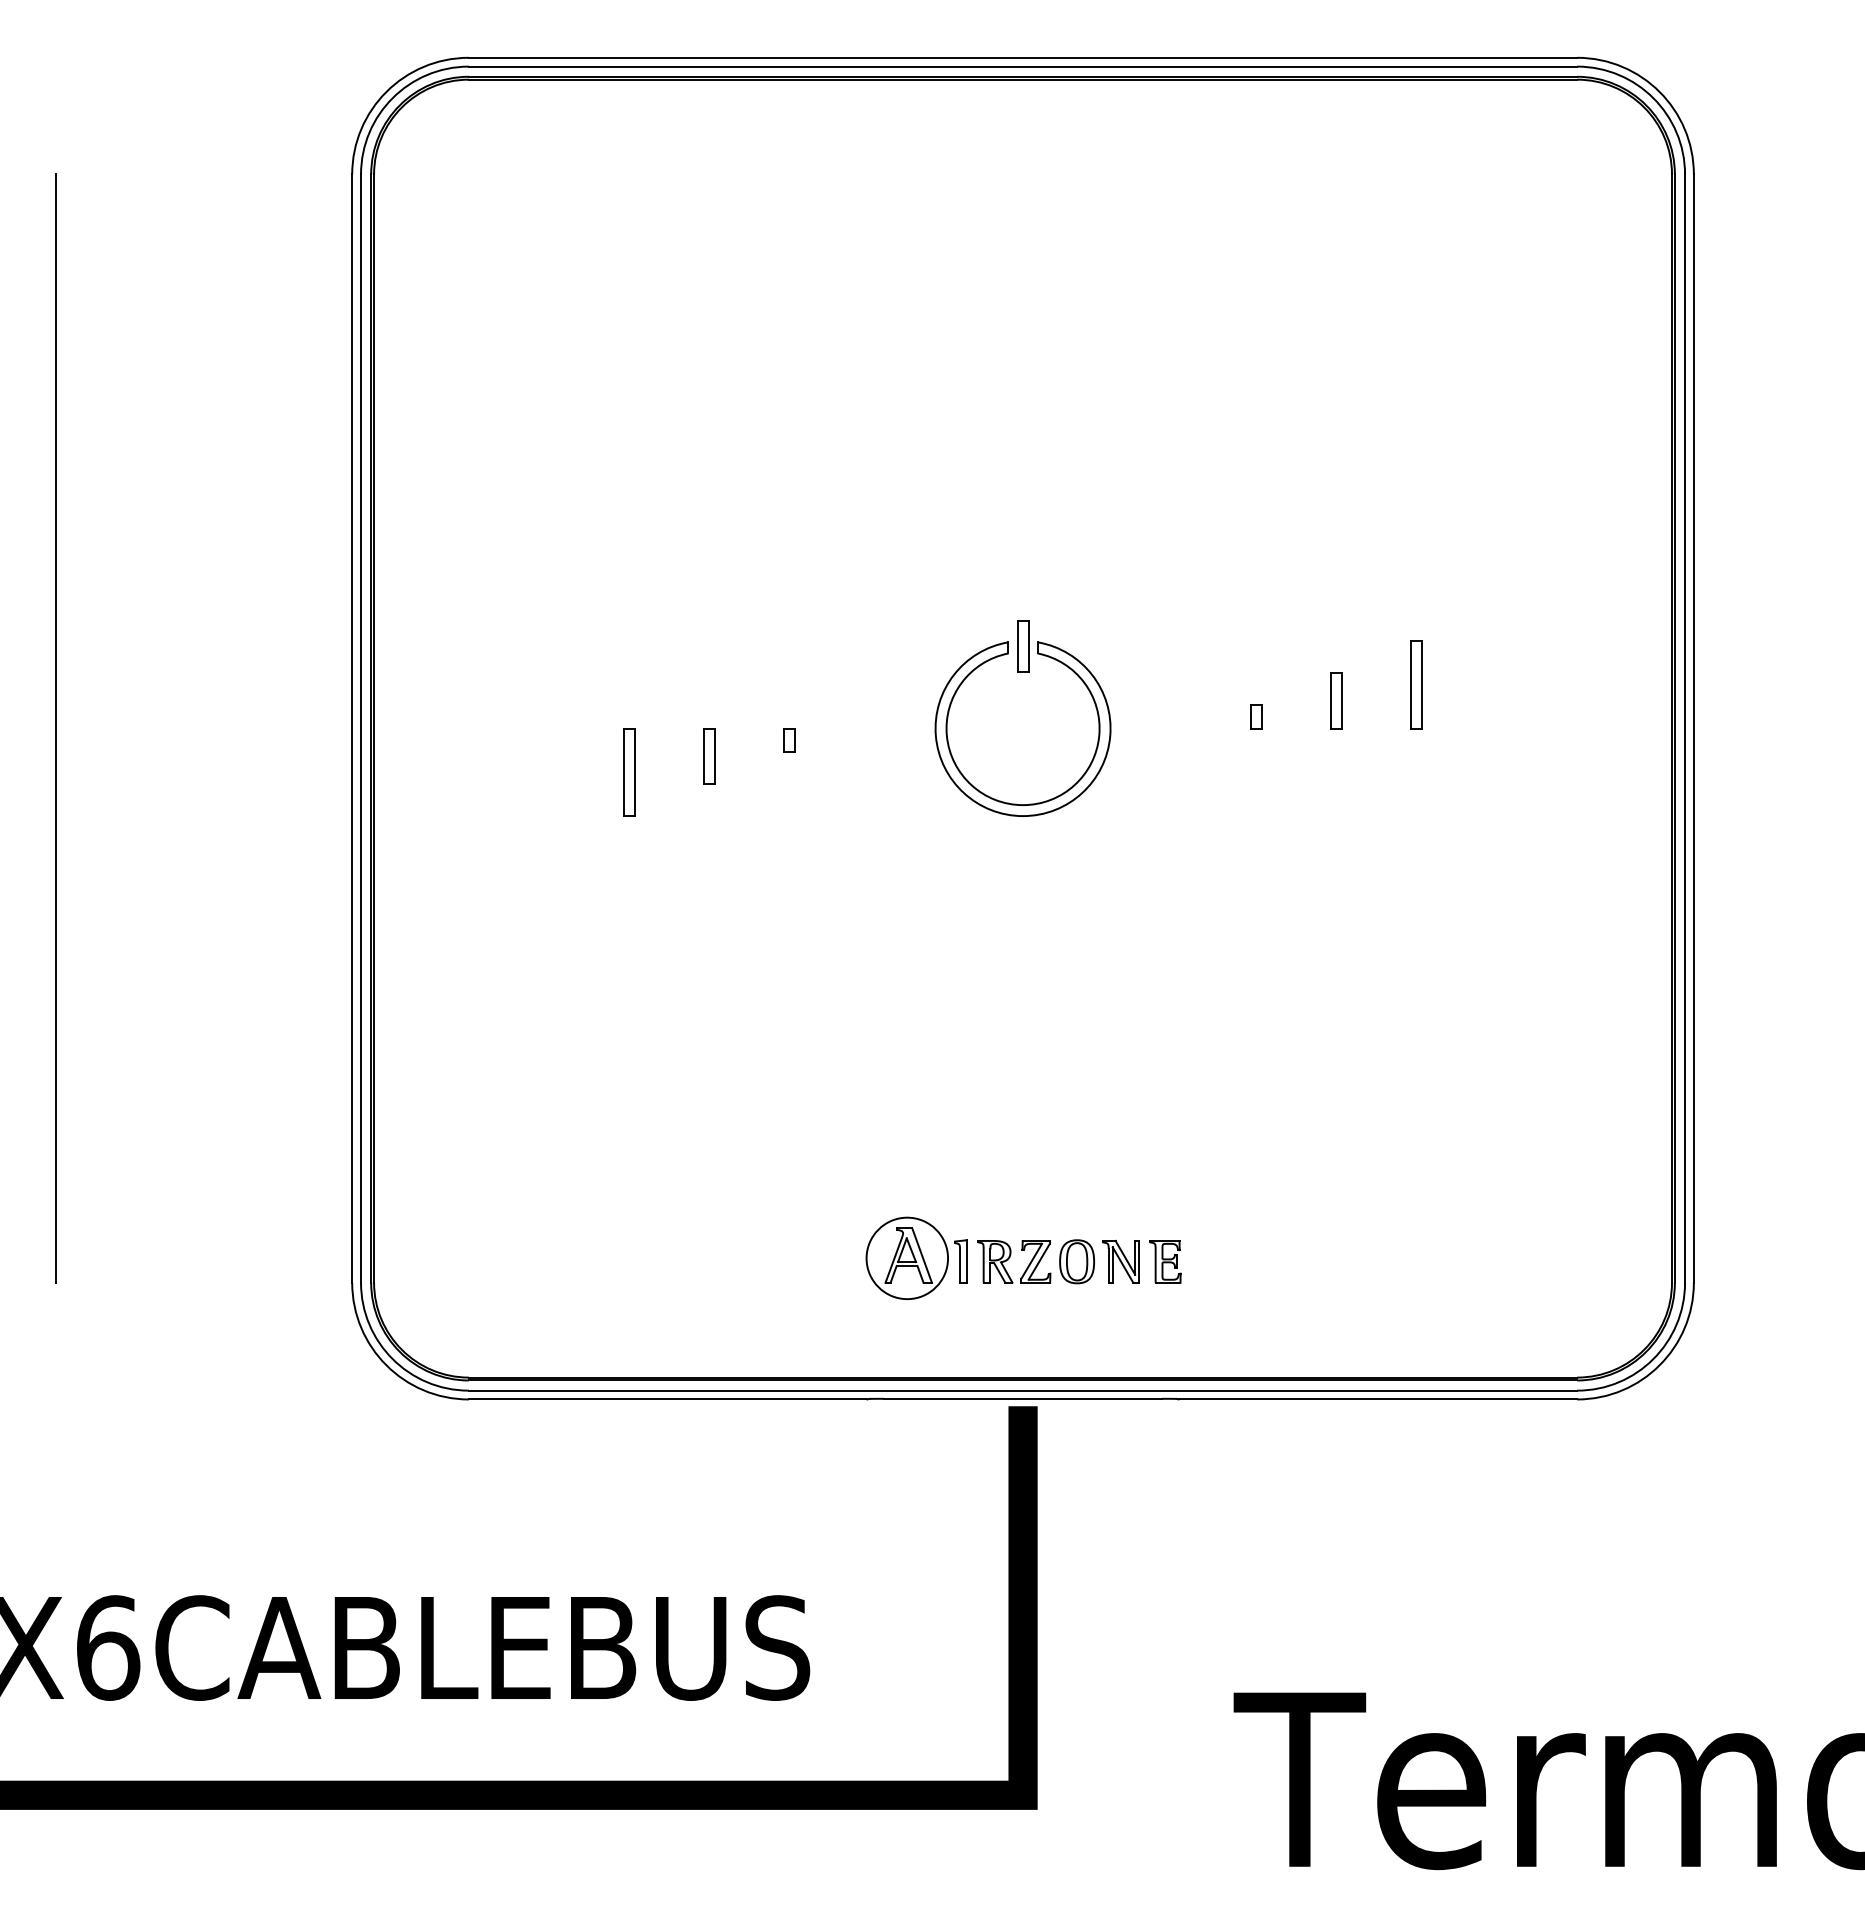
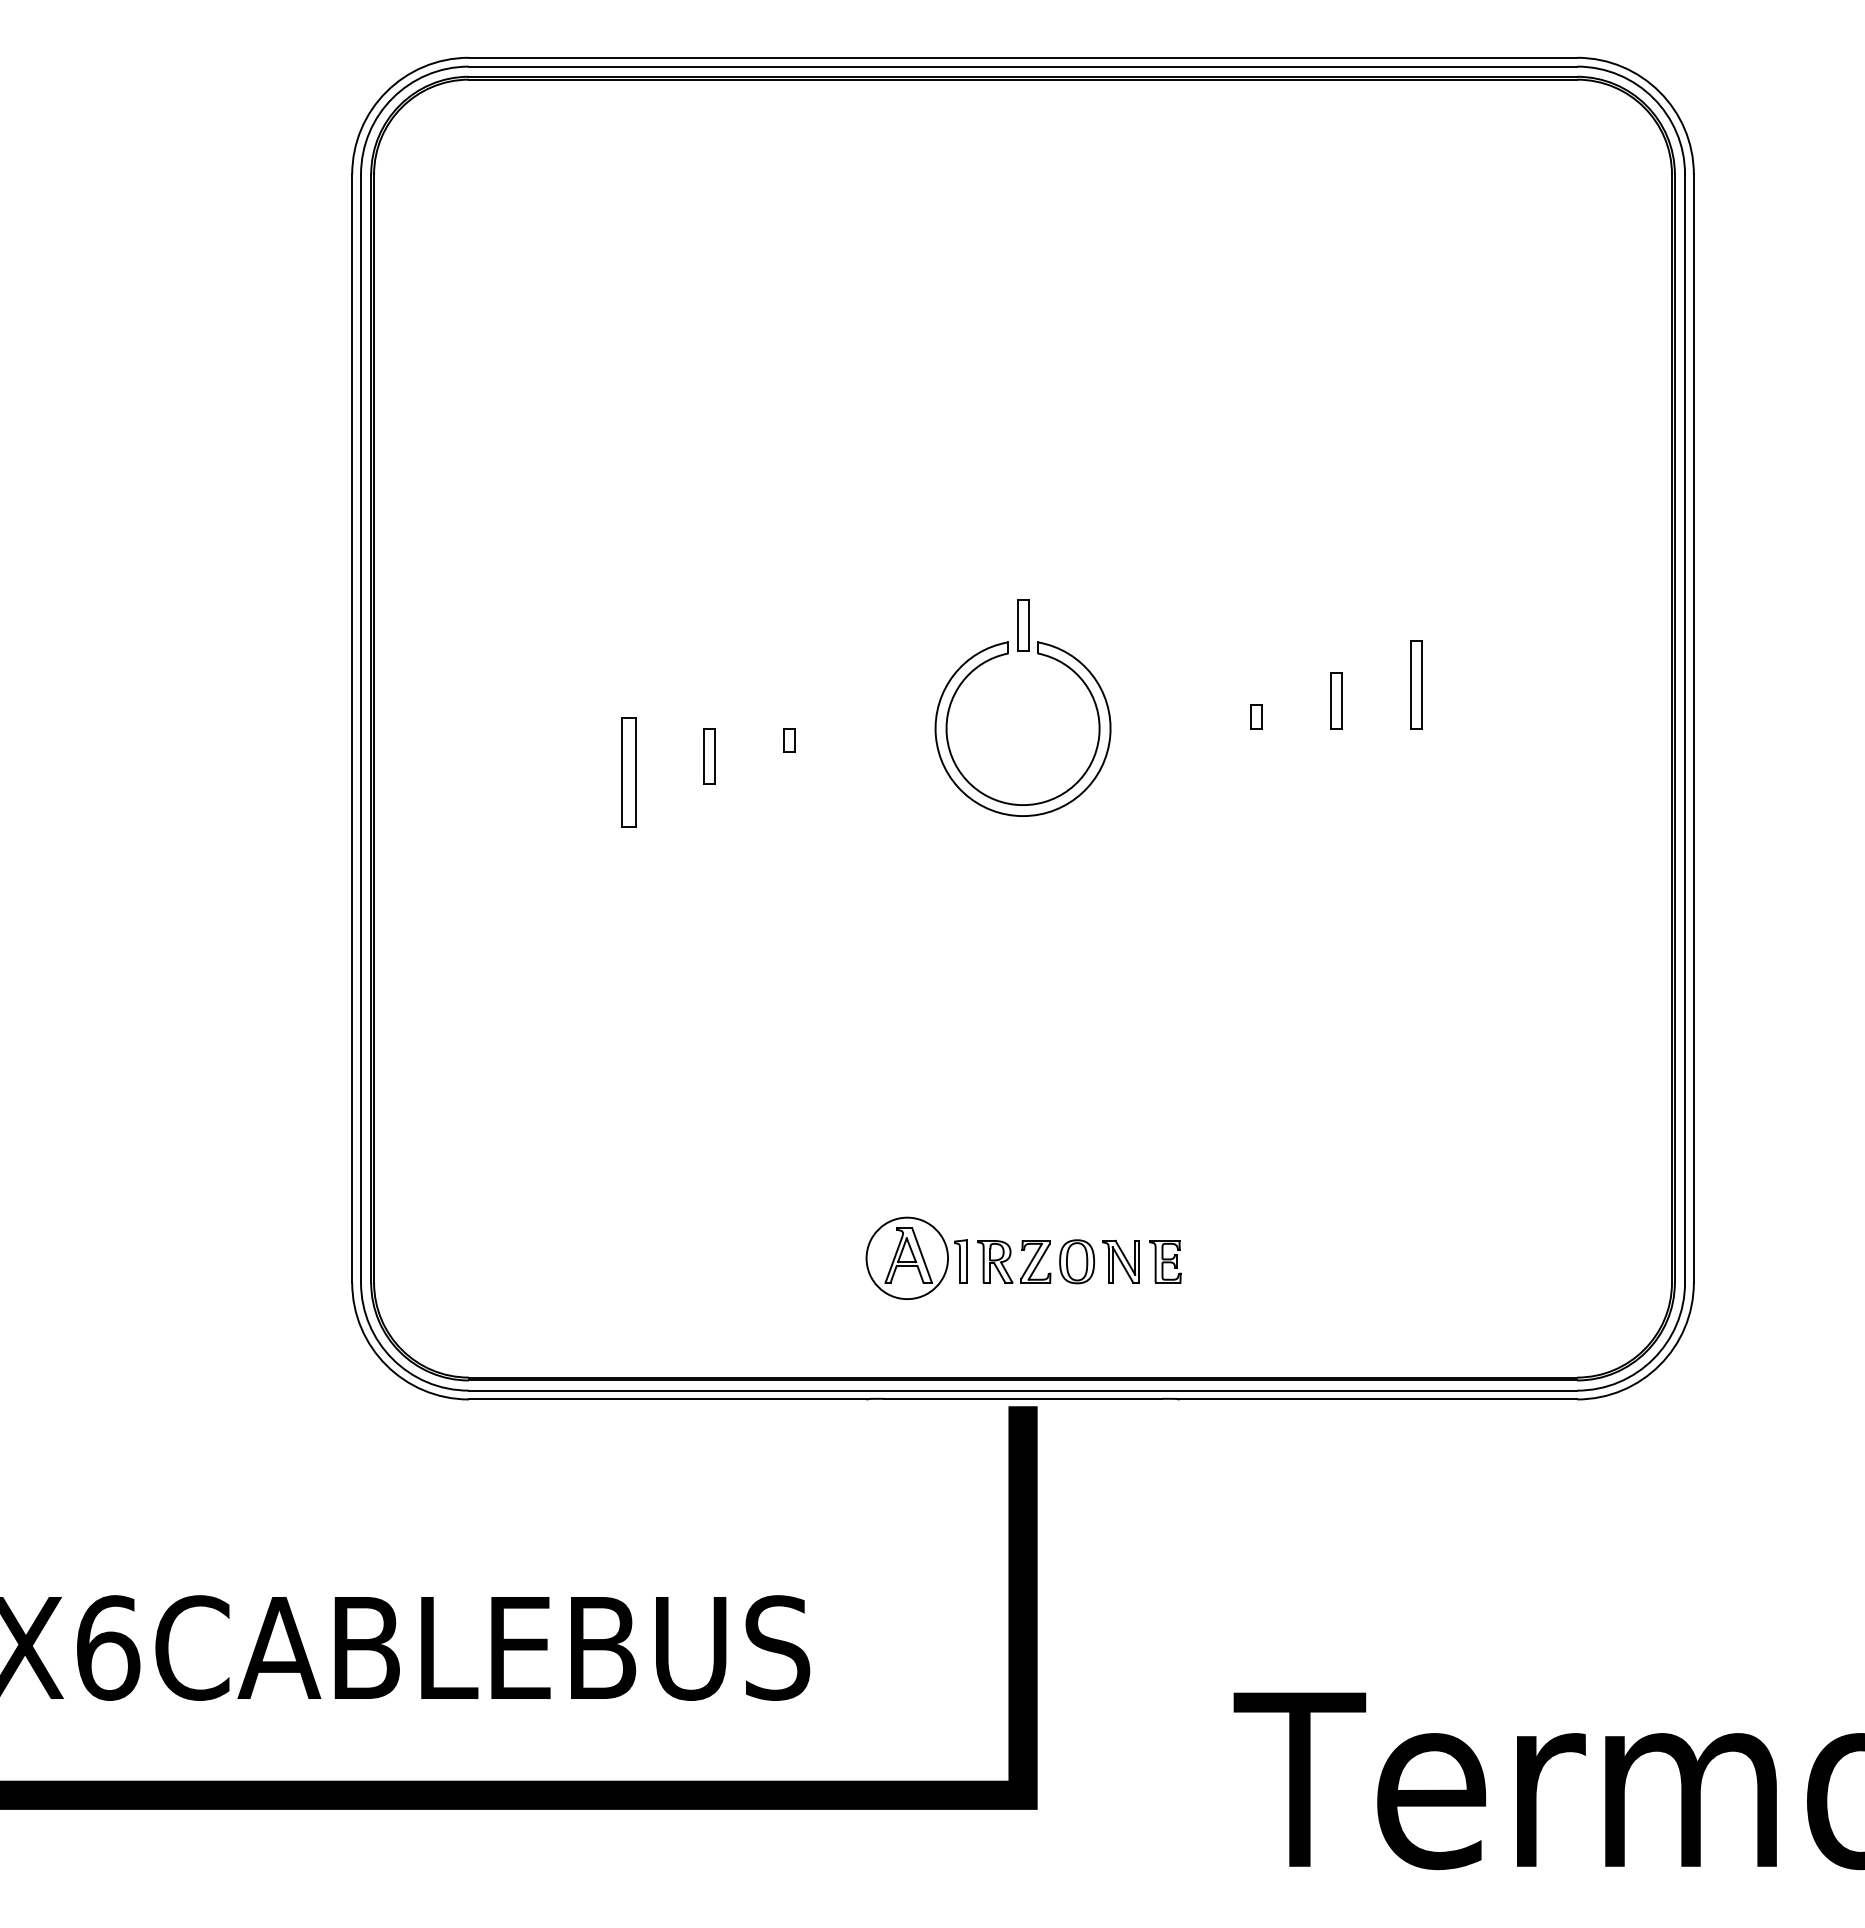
part at (1023, 646) position: (1023, 646) -> (1023, 625)
line at (55, 728): present -> none
part at (629, 772) size: 13x89 px -> 16x111 px
